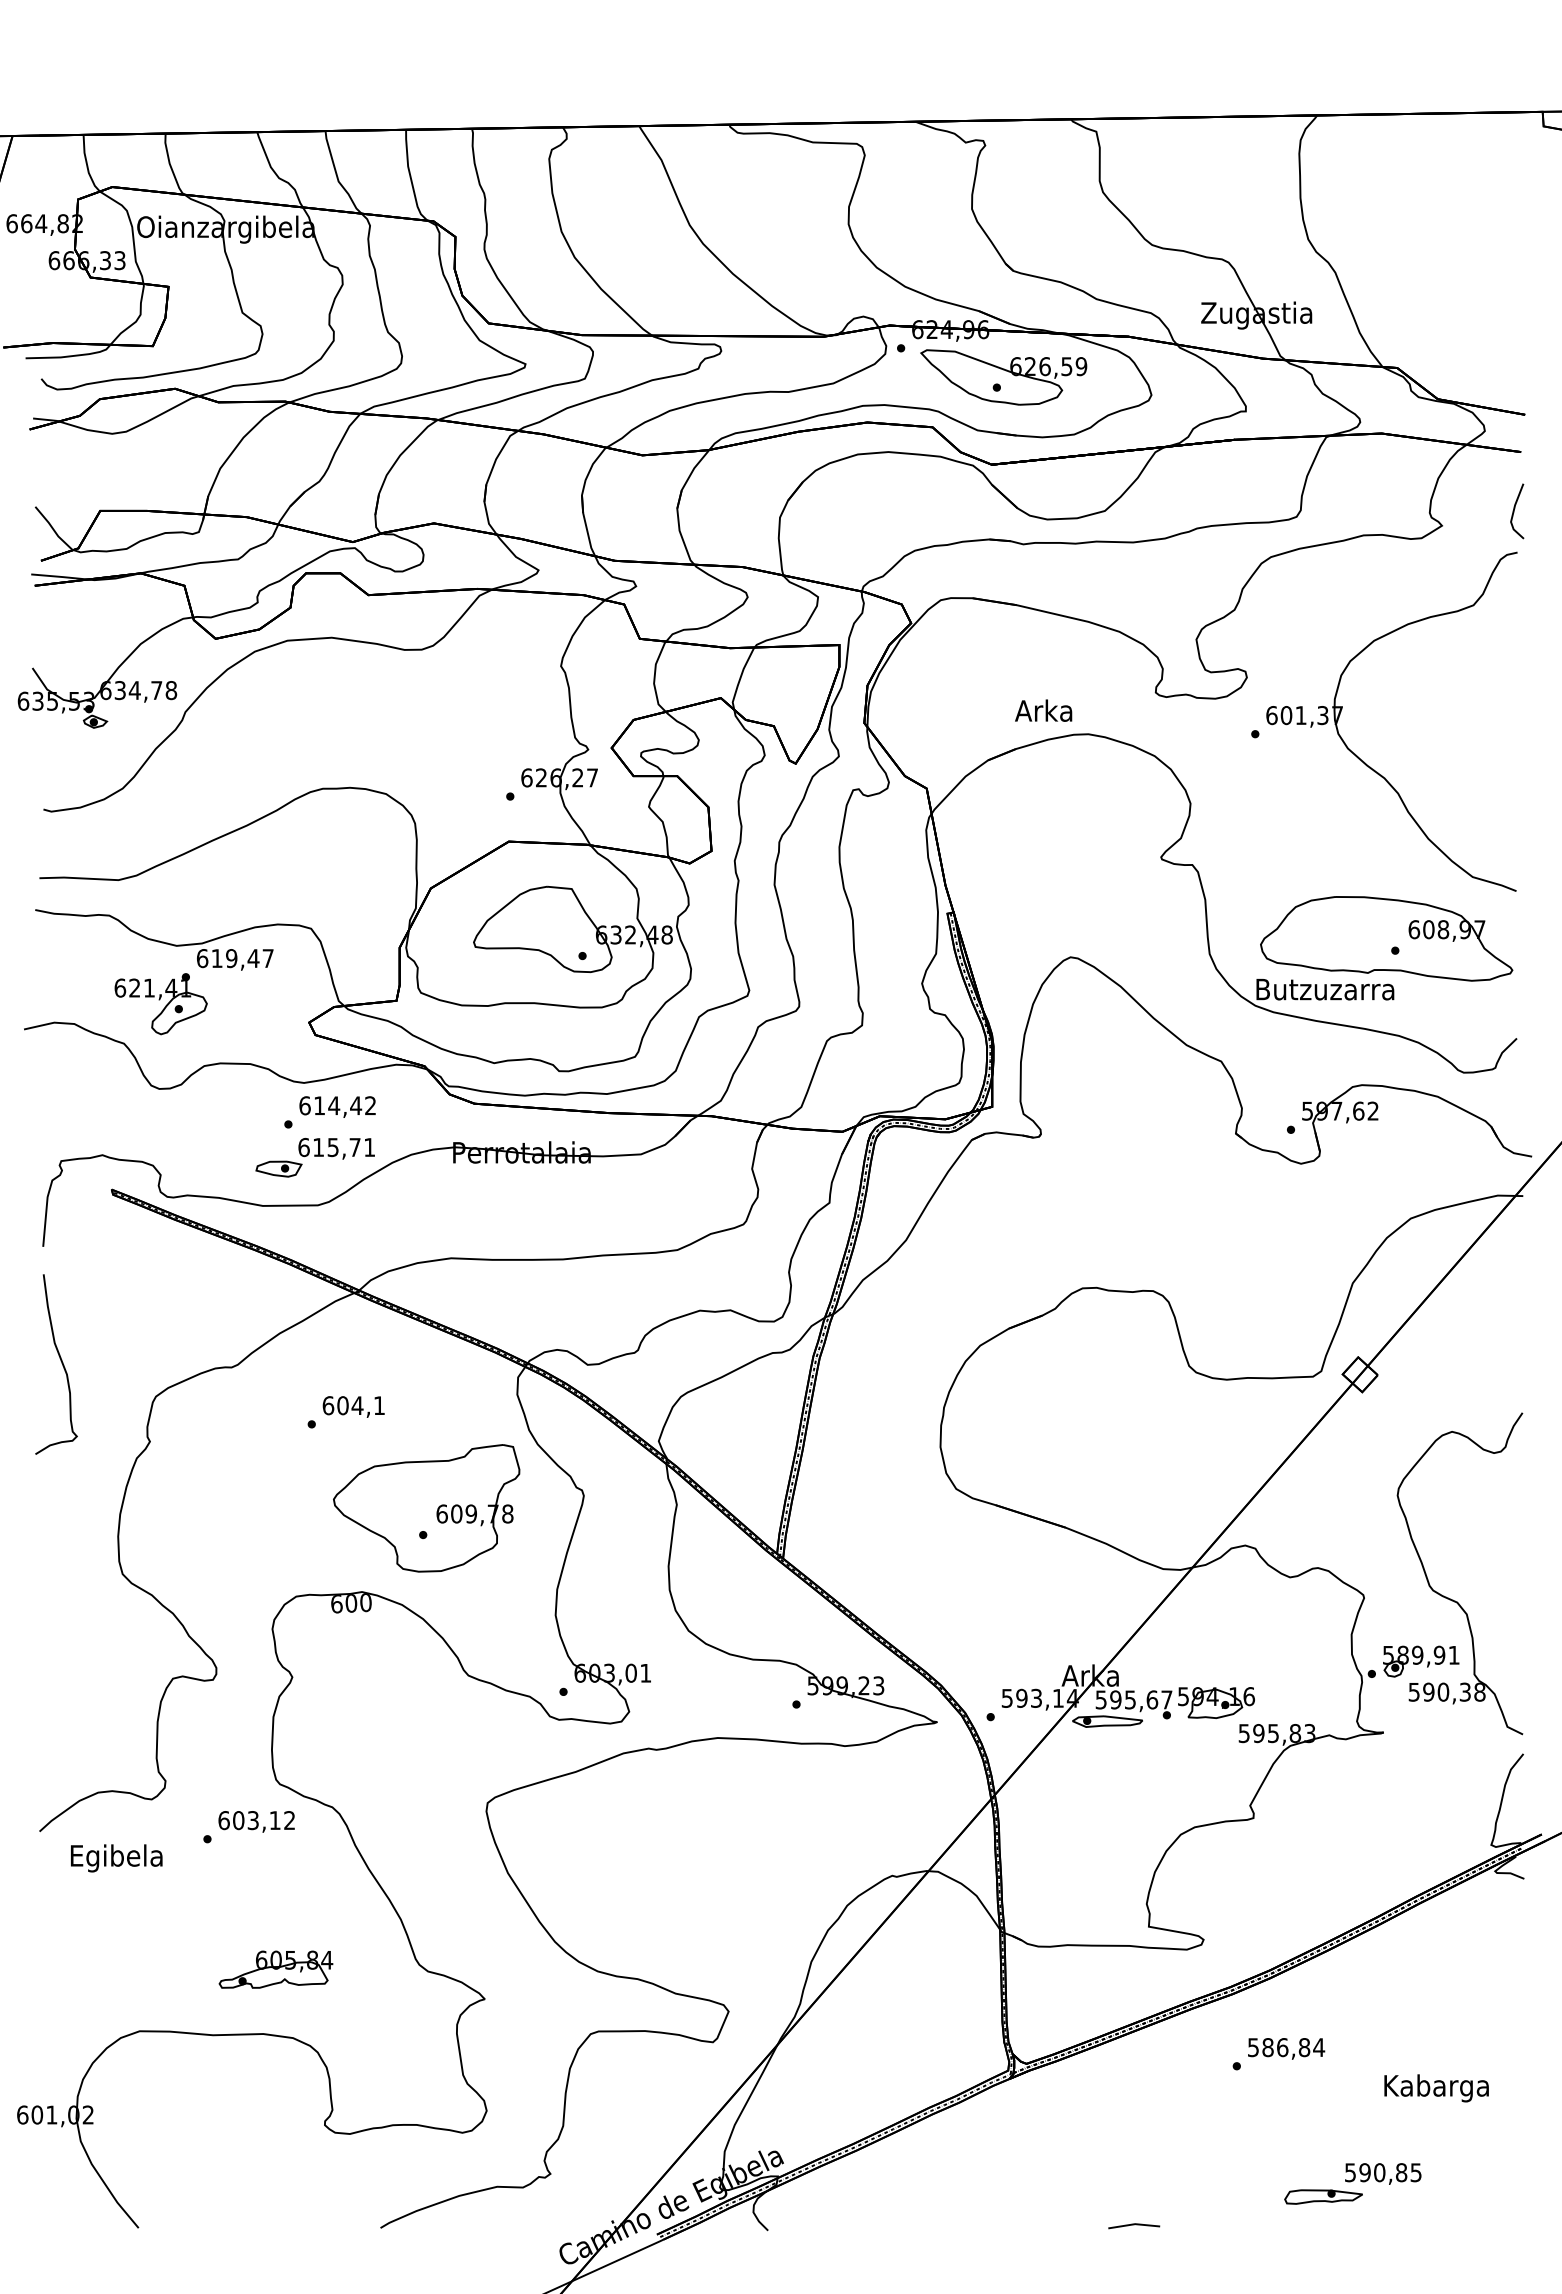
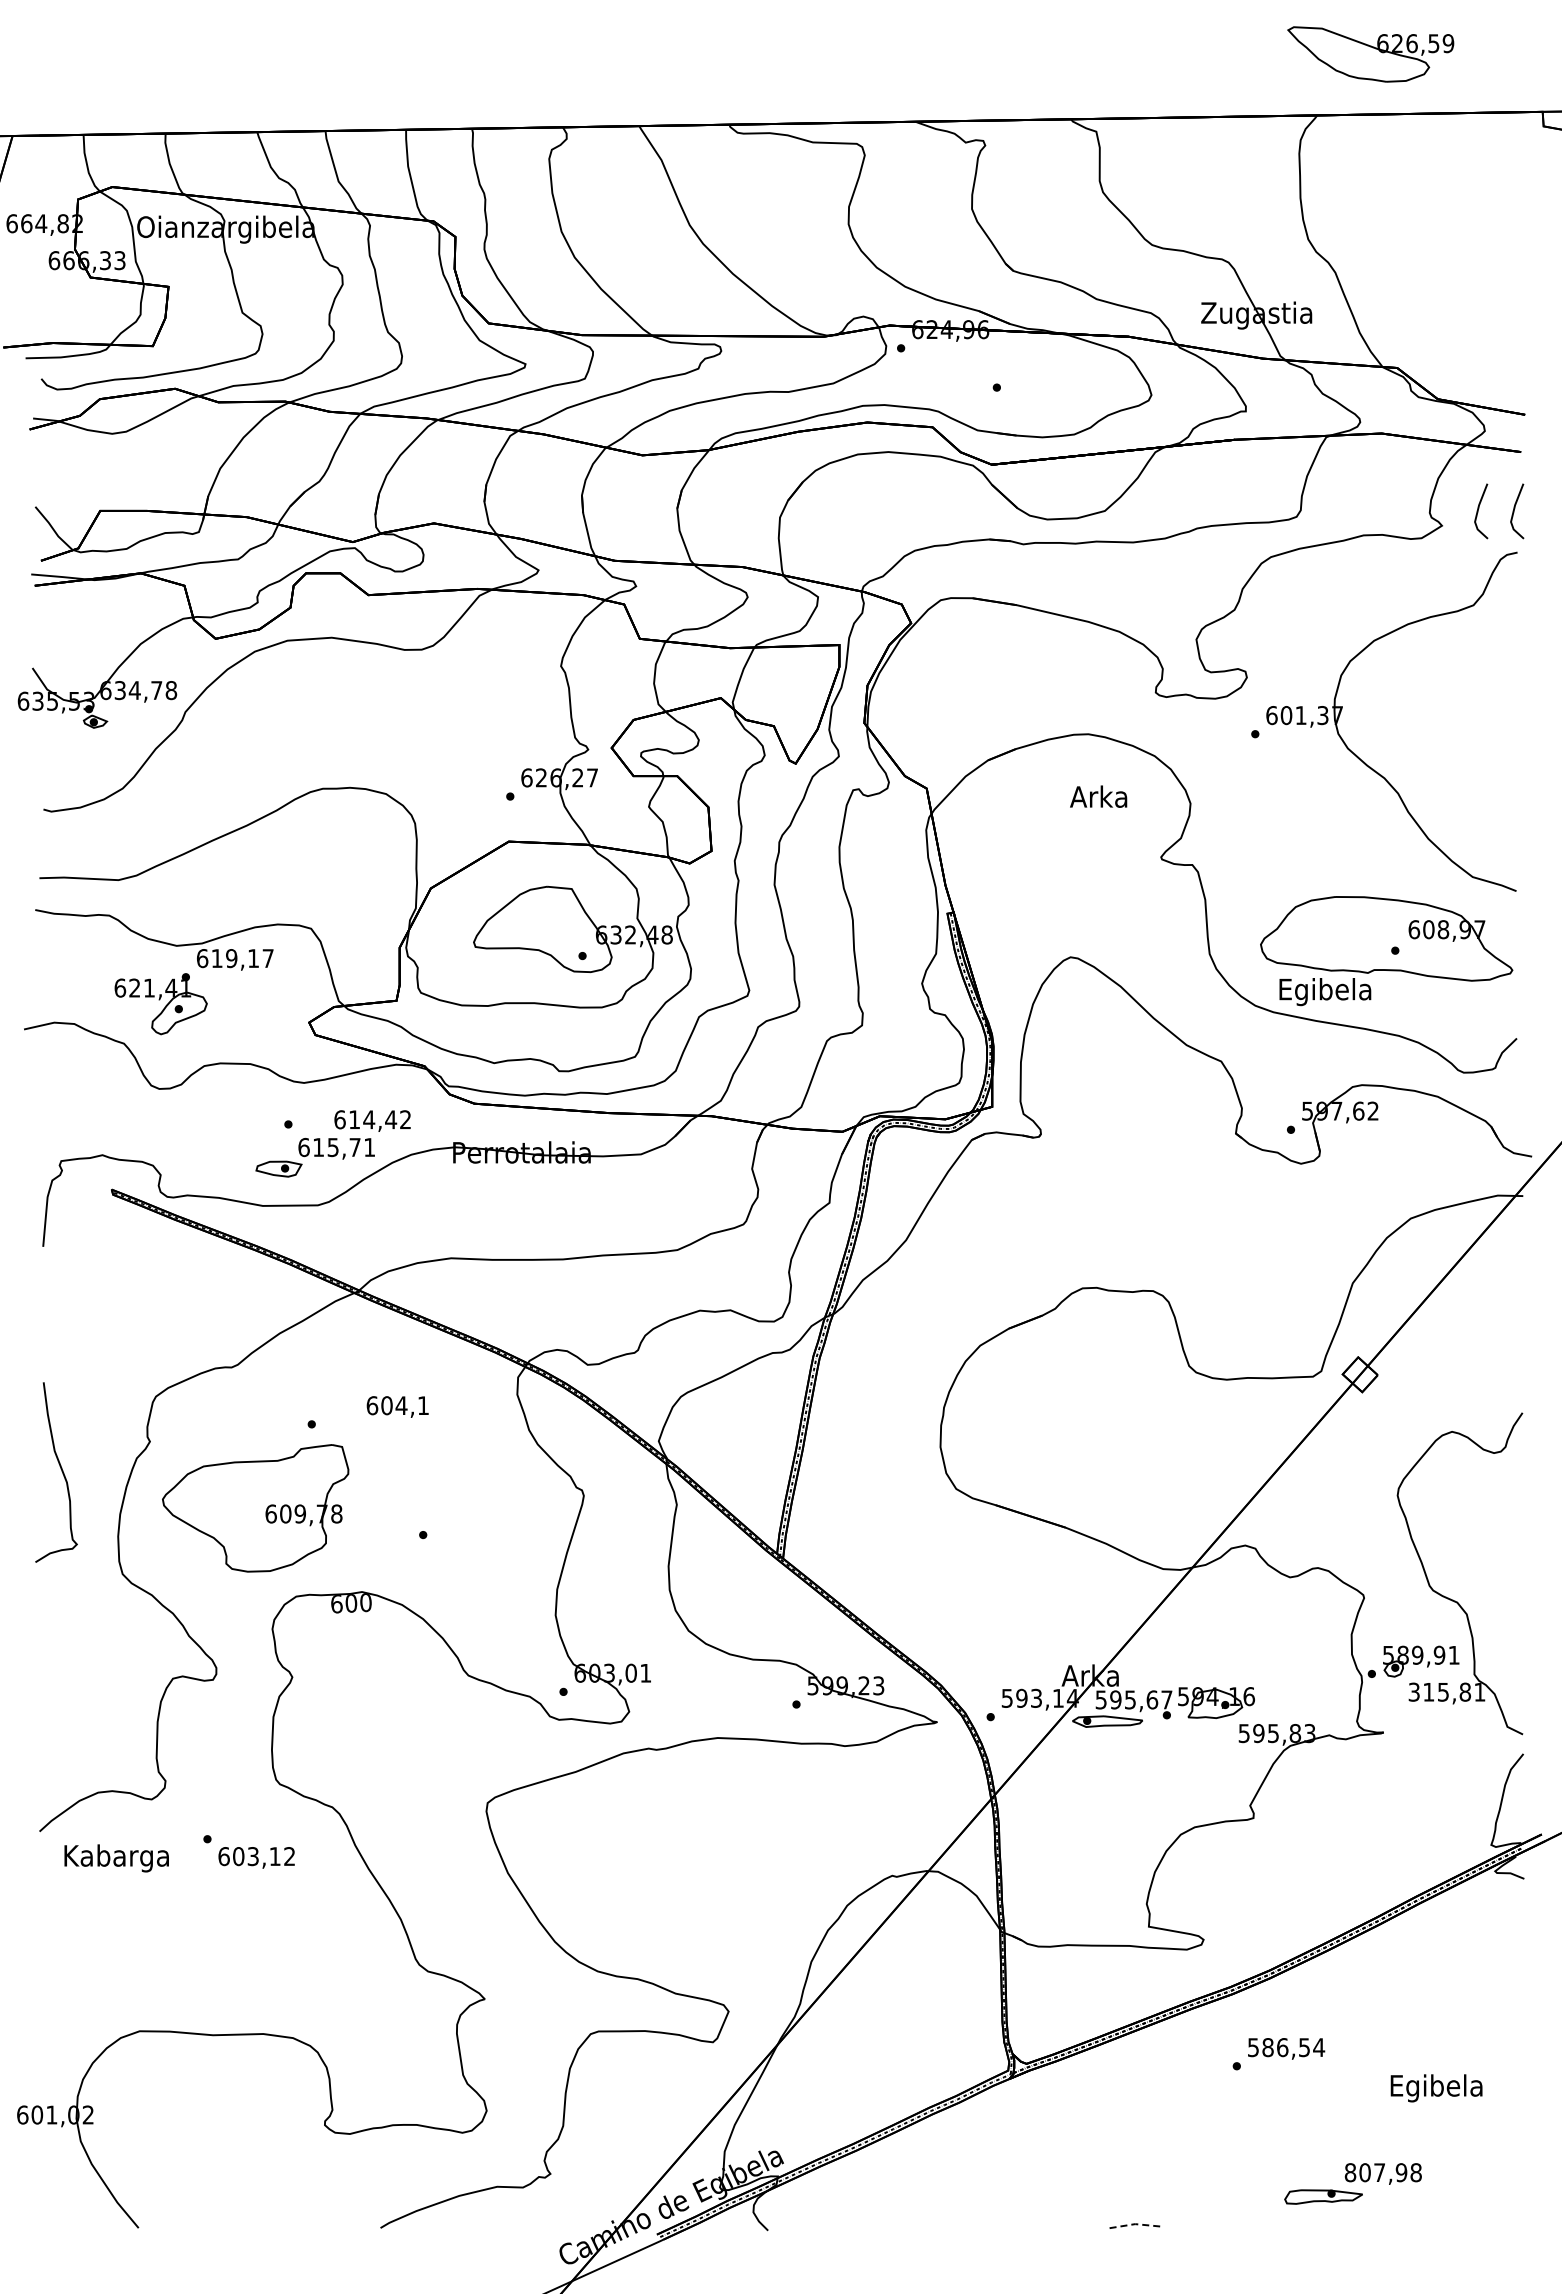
part at (1003, 377) position: (1003, 377) -> (1370, 54)
line at (1478, 511): none -> present
text at (1043, 710) position: (1043, 710) -> (1098, 796)
text at (253, 958): 619,47 -> 619,17
text at (1325, 992): Butzuzarra -> Egibela
text at (337, 1106) position: (337, 1106) -> (372, 1120)
curve at (60, 1361) position: (60, 1361) -> (60, 1469)
text at (353, 1406) position: (353, 1406) -> (397, 1406)
part at (426, 1508) position: (426, 1508) -> (255, 1508)
text at (1447, 1691): 590,38 -> 315,81
text at (256, 1821) position: (256, 1821) -> (256, 1857)
text at (116, 1858): Egibela -> Kabarga
part at (275, 1969): present -> none
text at (1304, 2047): 586,84 -> 586,54
text at (1436, 2088): Kabarga -> Egibela
text at (1382, 2172): 590,85 -> 807,98
line at (1134, 2224): solid -> dashed
